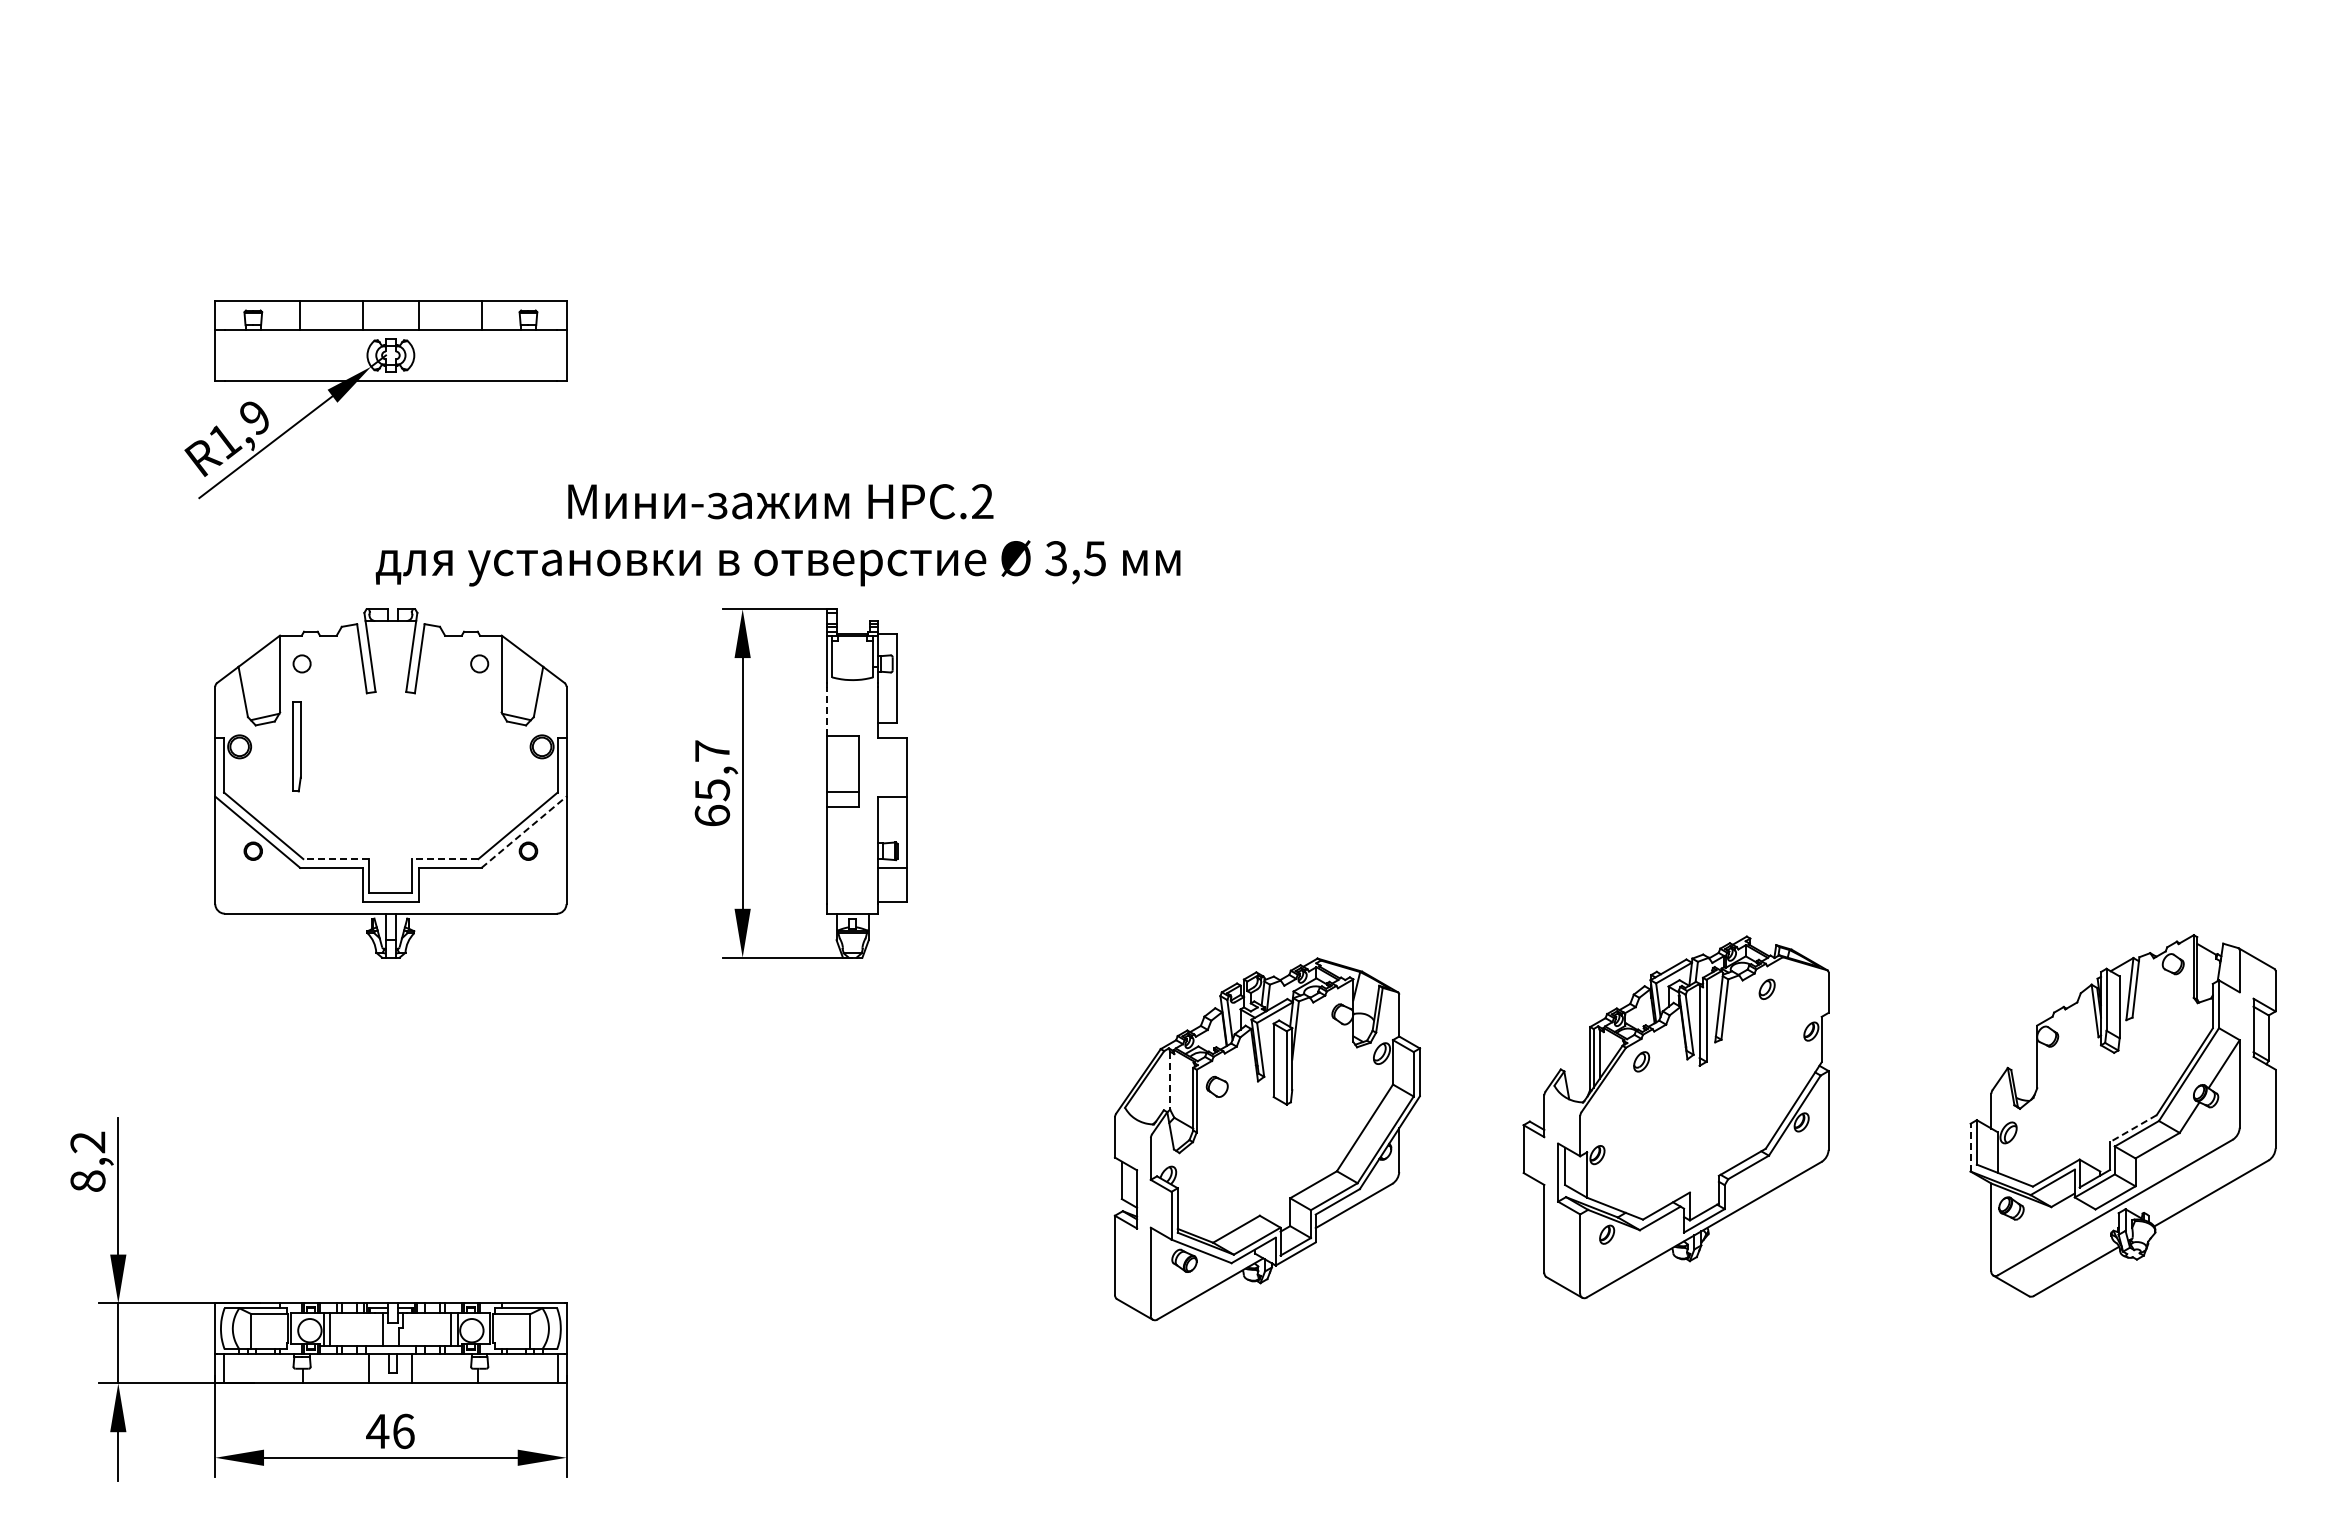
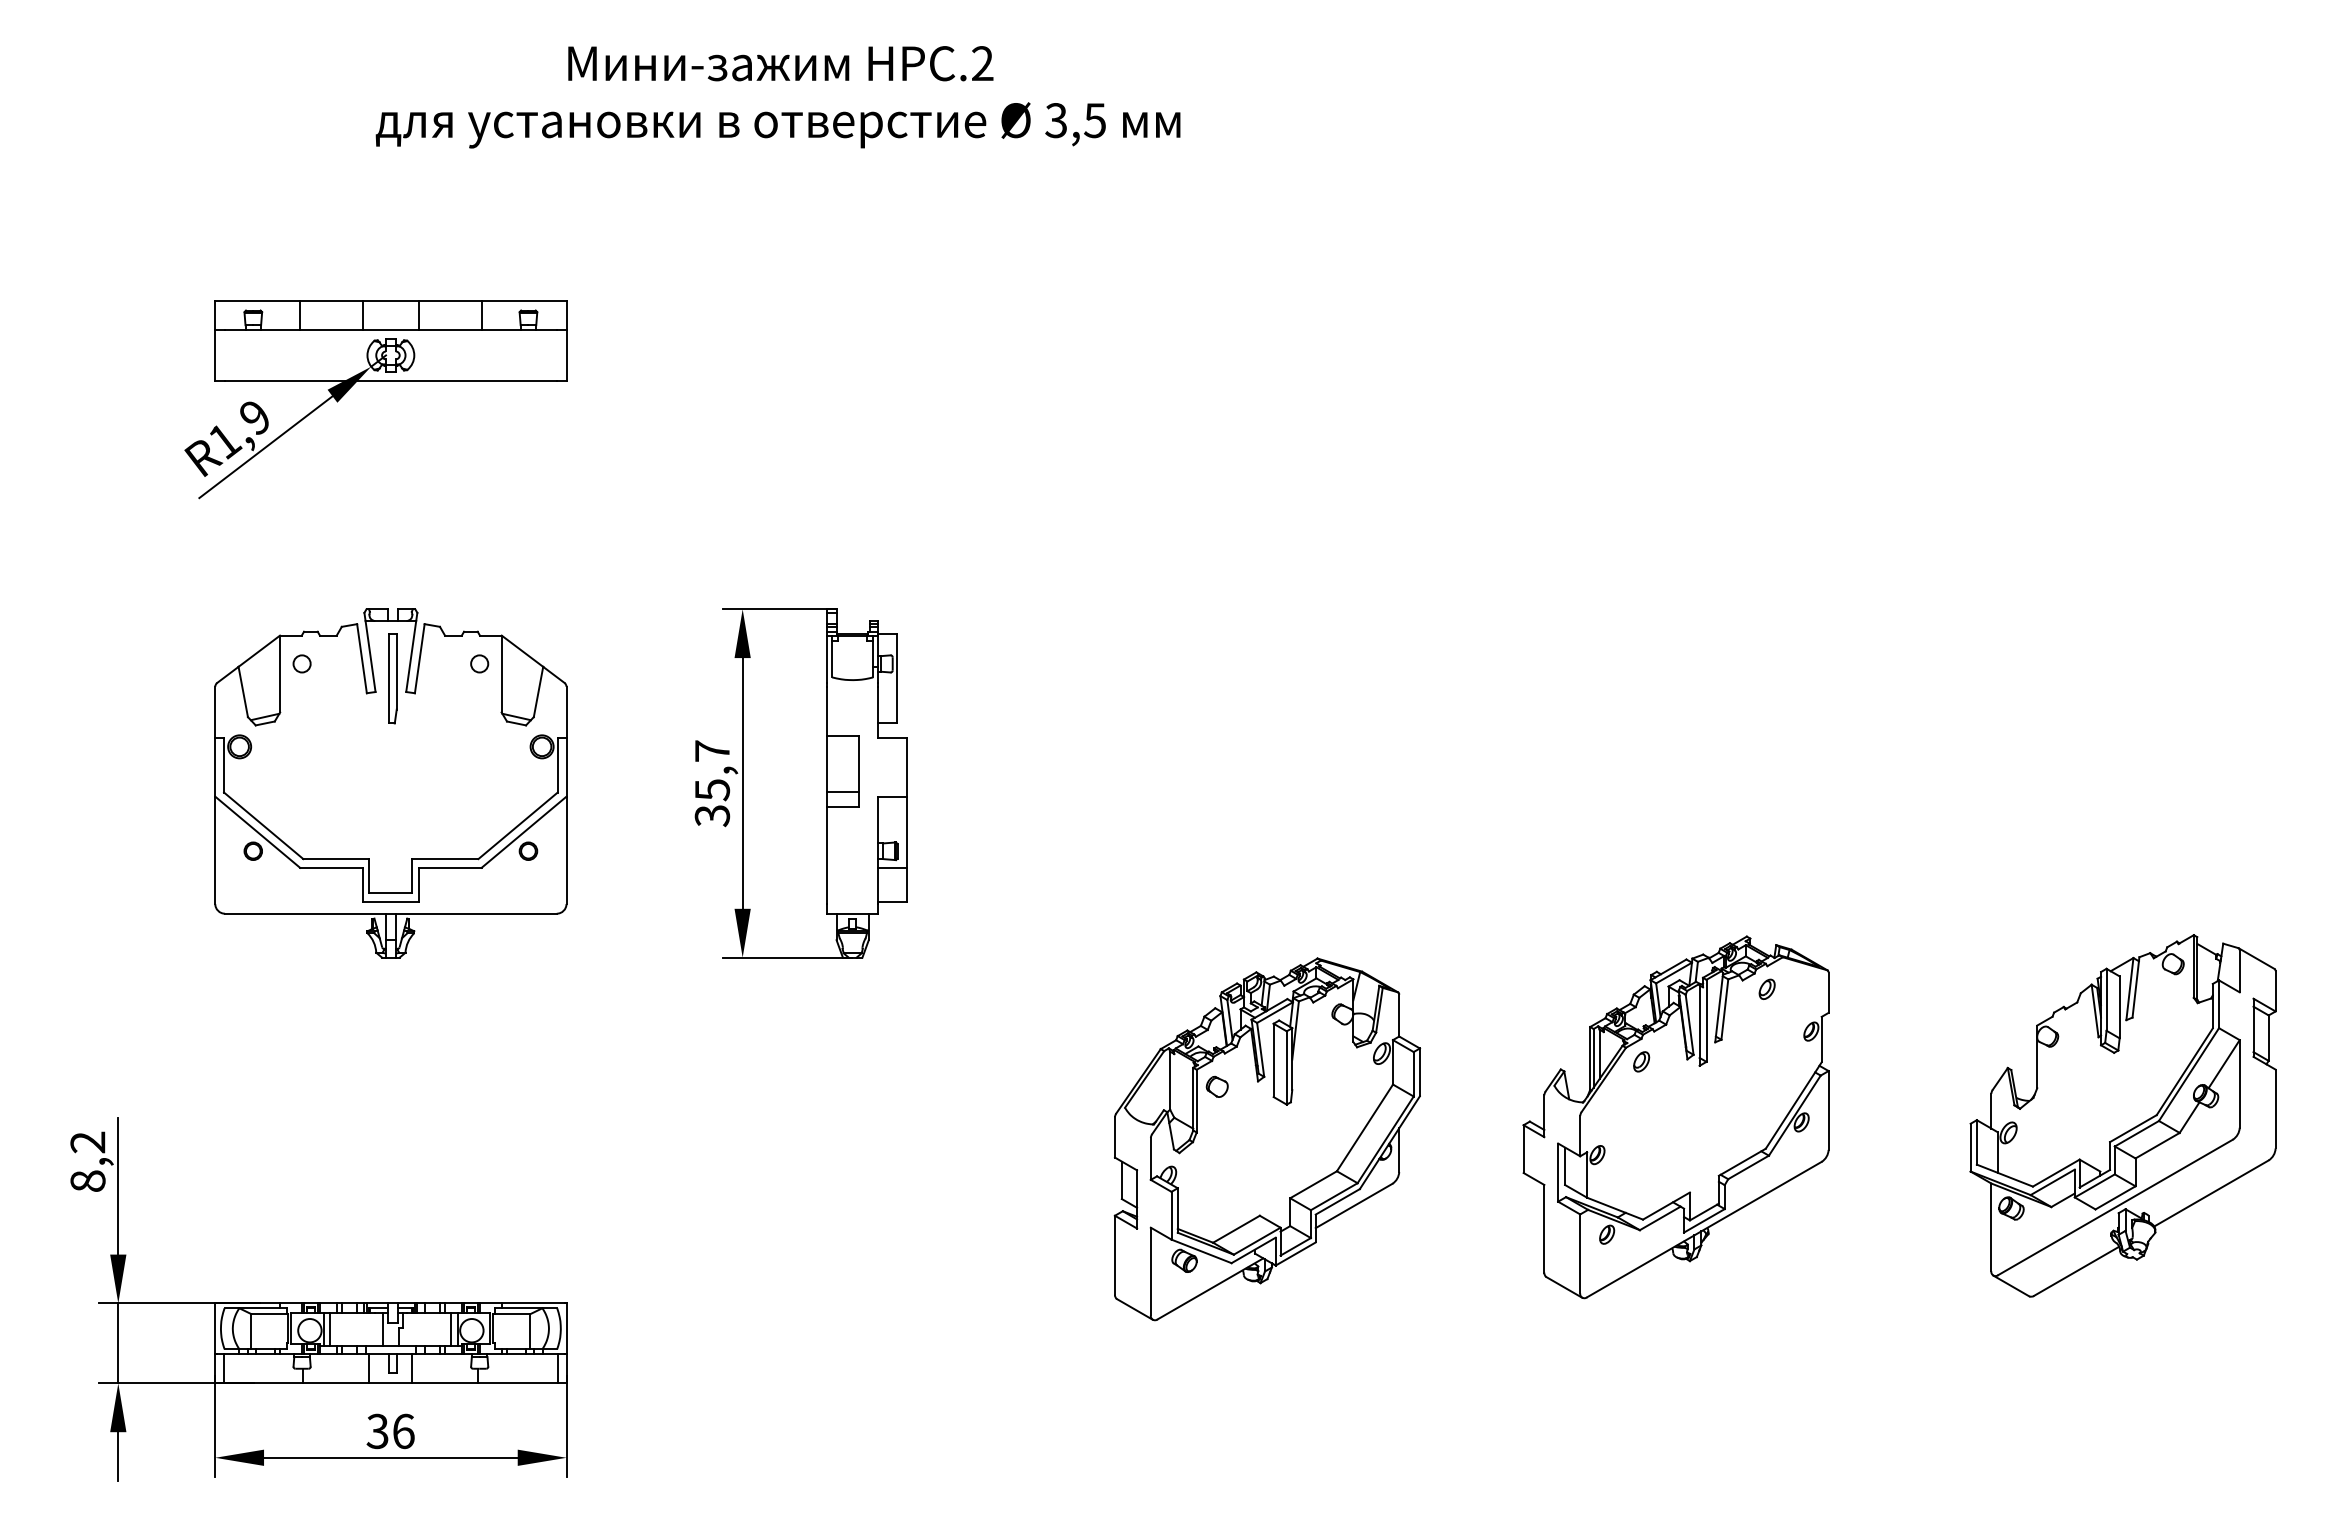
text at (777, 535) position: (777, 535) -> (777, 97)
line at (827, 711): dashed -> solid
part at (296, 746) position: (296, 746) -> (392, 678)
text at (712, 815): 65,7 -> 35,7
line at (524, 831): dashed -> solid
line at (335, 859): dashed -> solid
line at (444, 859): dashed -> solid
line at (1170, 1081): dashed -> solid
line at (2133, 1128): dashed -> solid
line at (1970, 1147): dashed -> solid
text at (377, 1431): 46 -> 36
